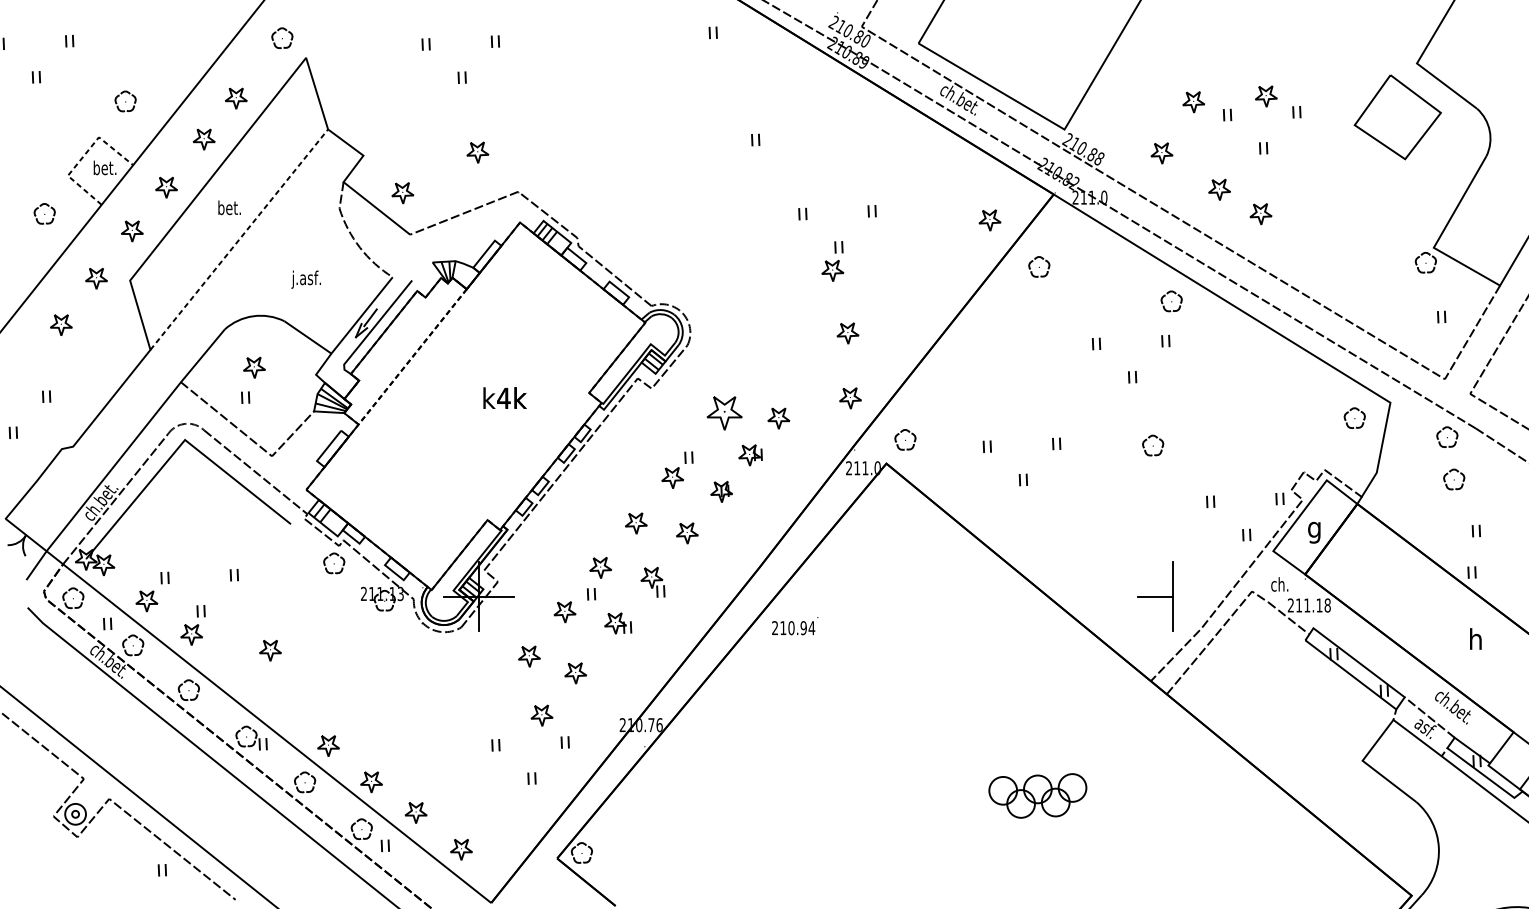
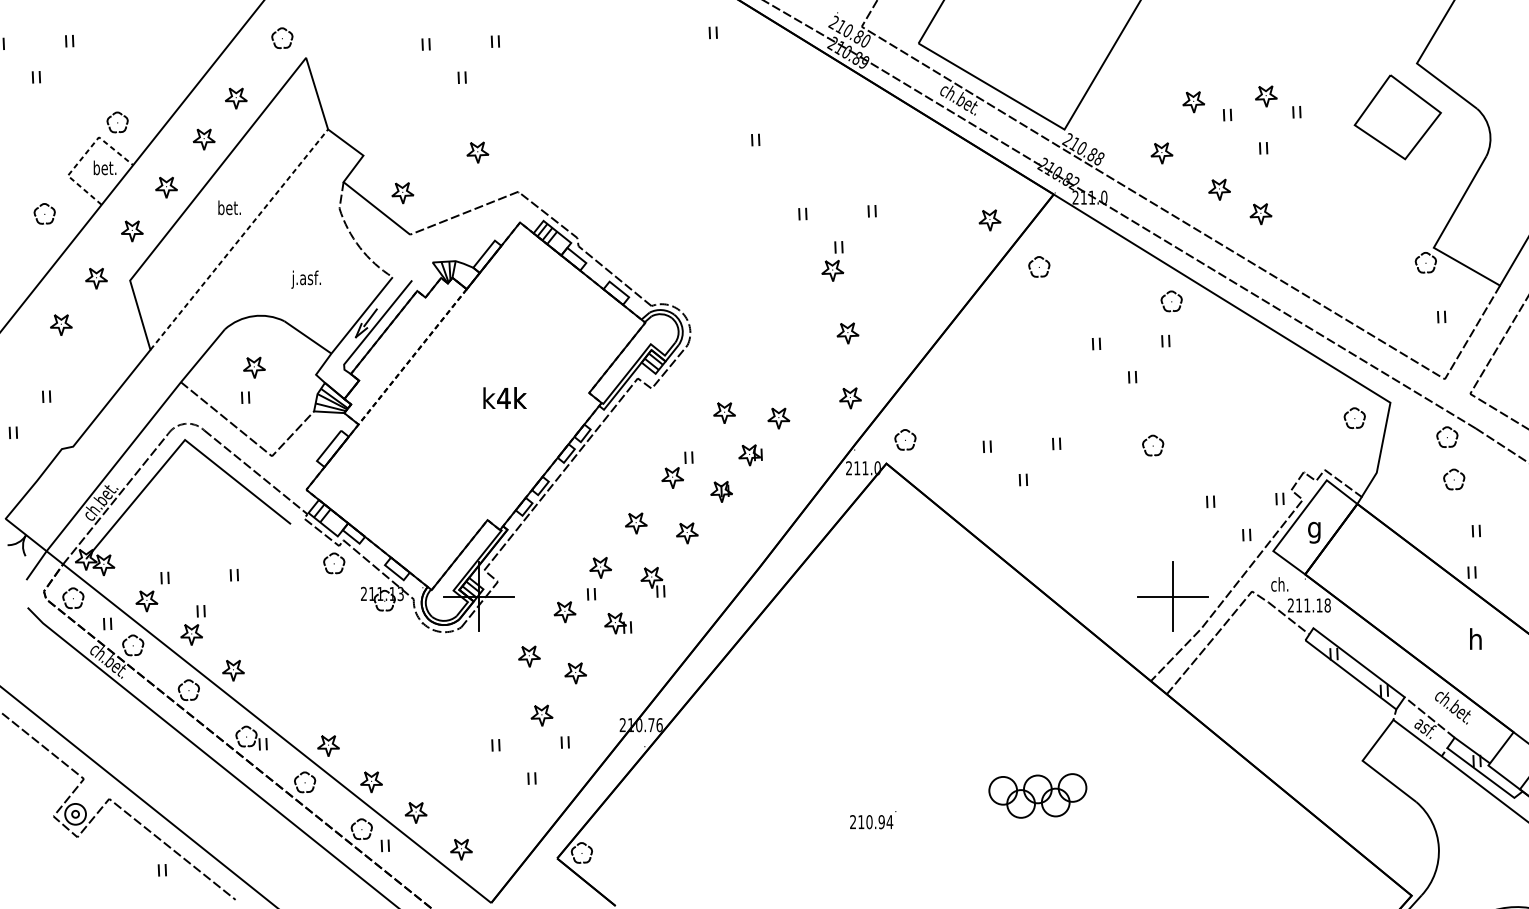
part at (125, 101) position: (125, 101) -> (117, 122)
part at (724, 413) size: 37x35 px -> 23x22 px
line at (1189, 596): none -> present
text at (795, 626) position: (795, 626) -> (873, 820)
part at (270, 650) position: (270, 650) -> (233, 670)
